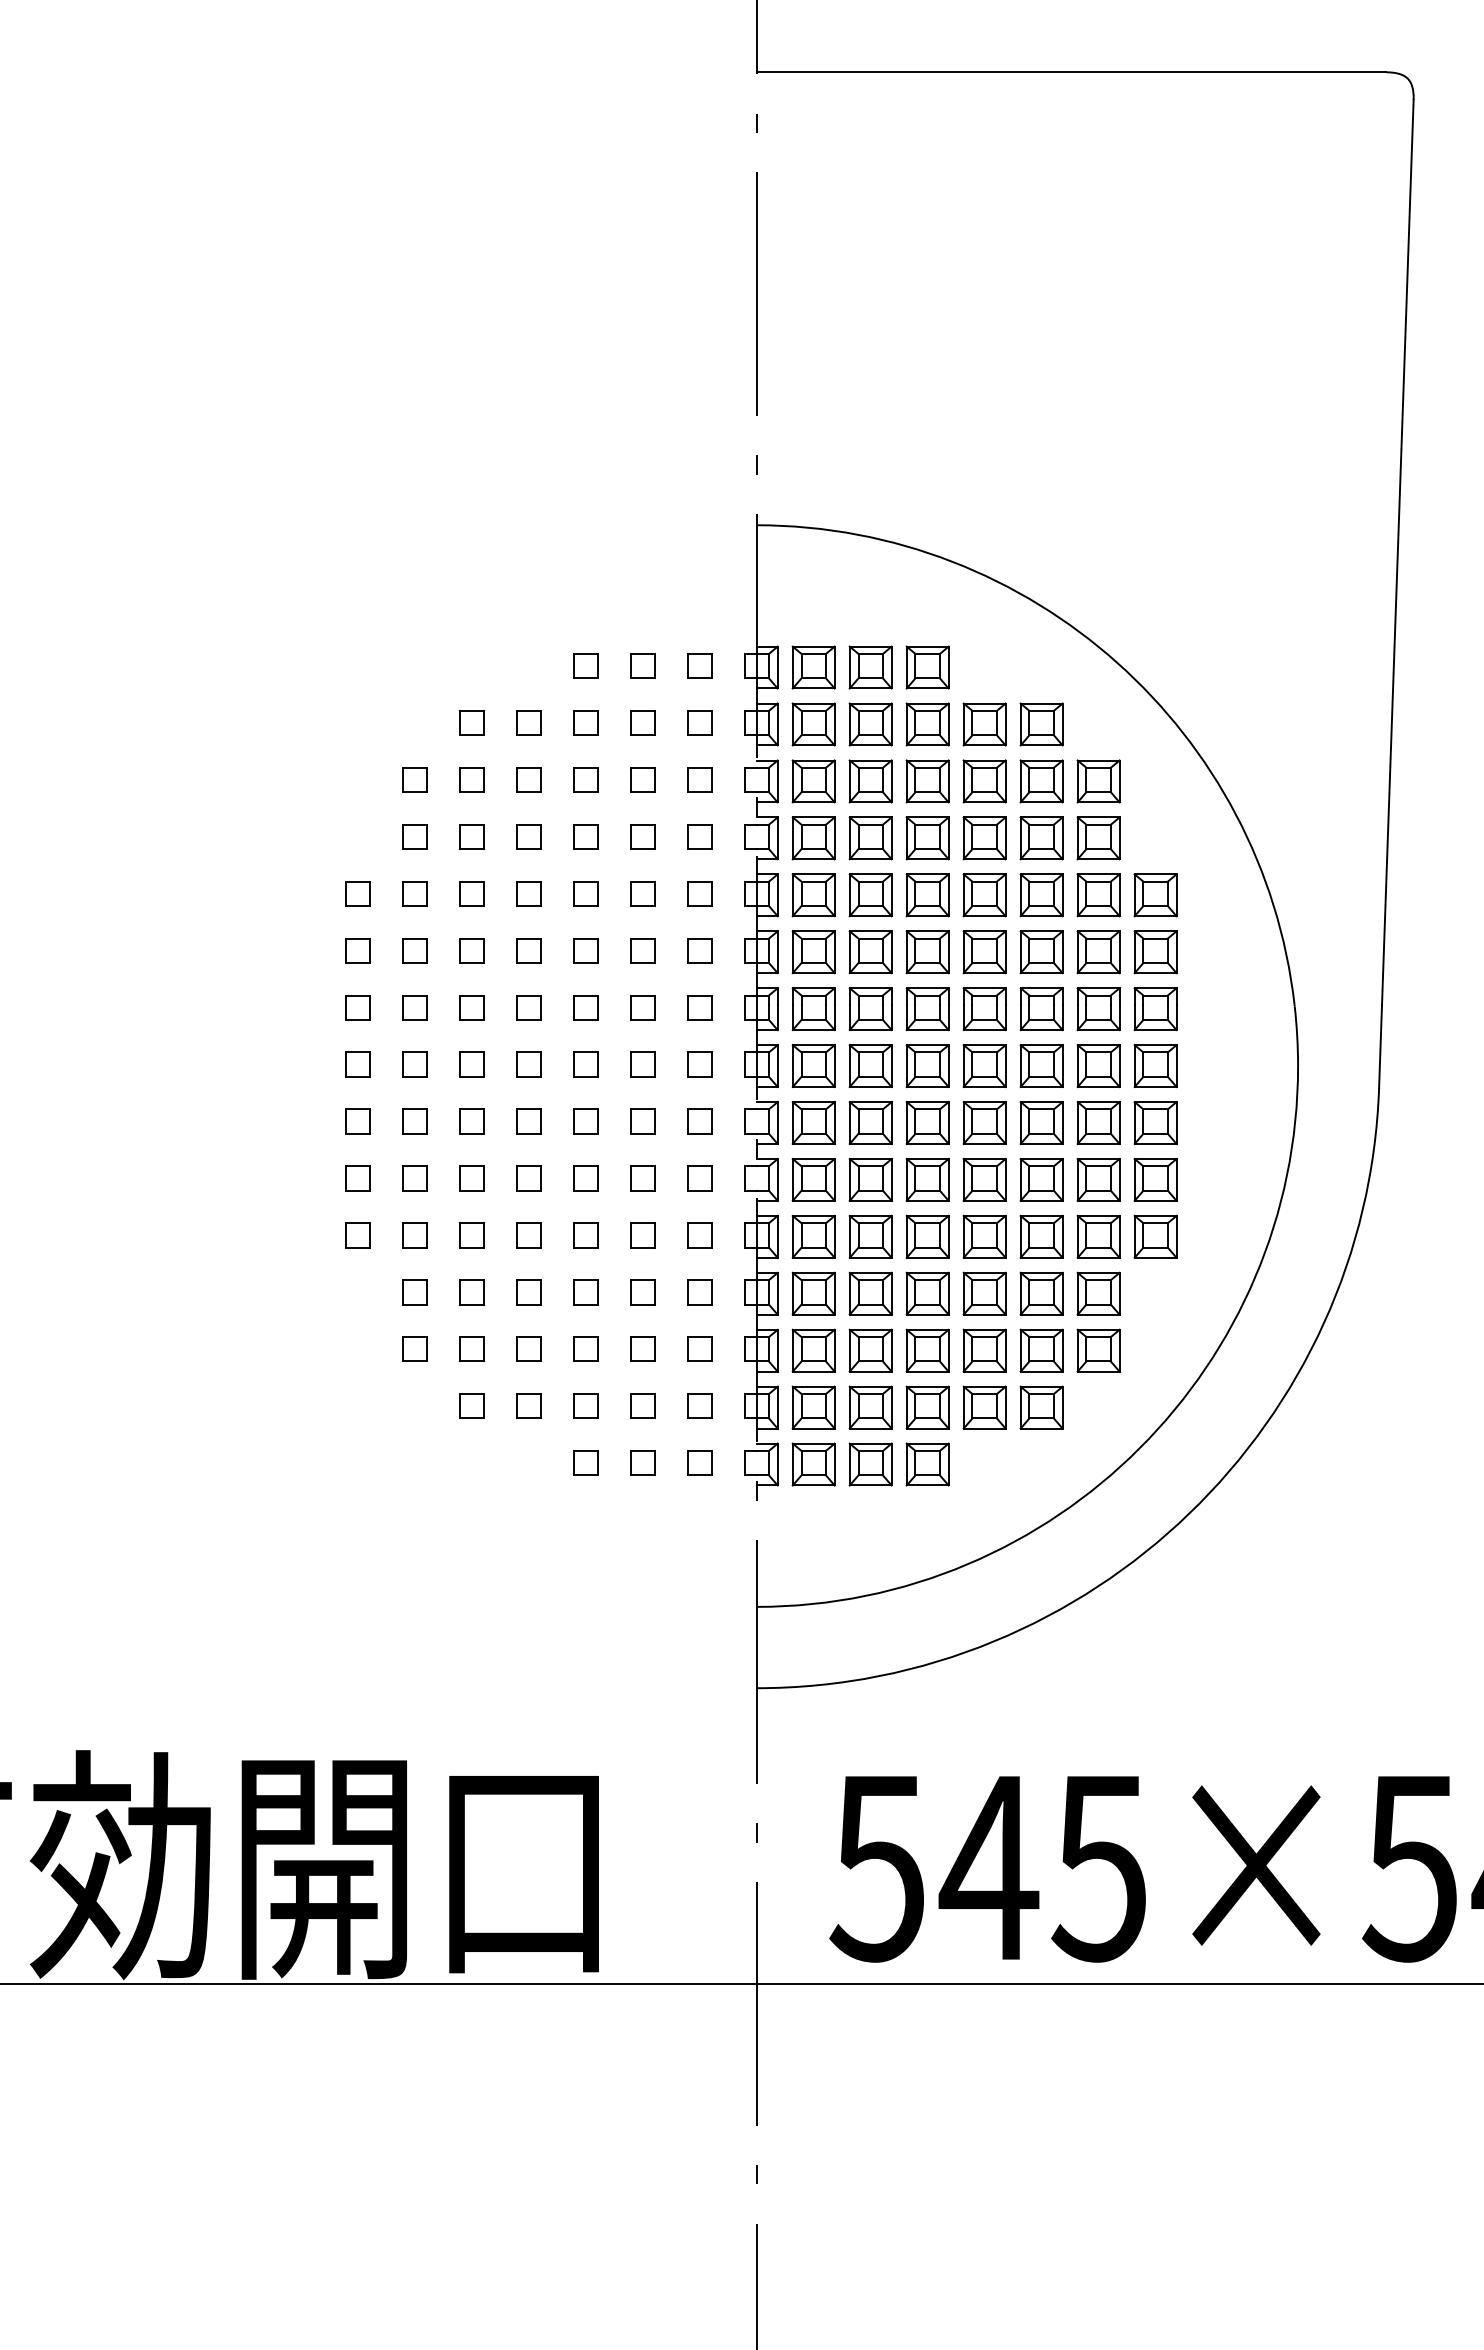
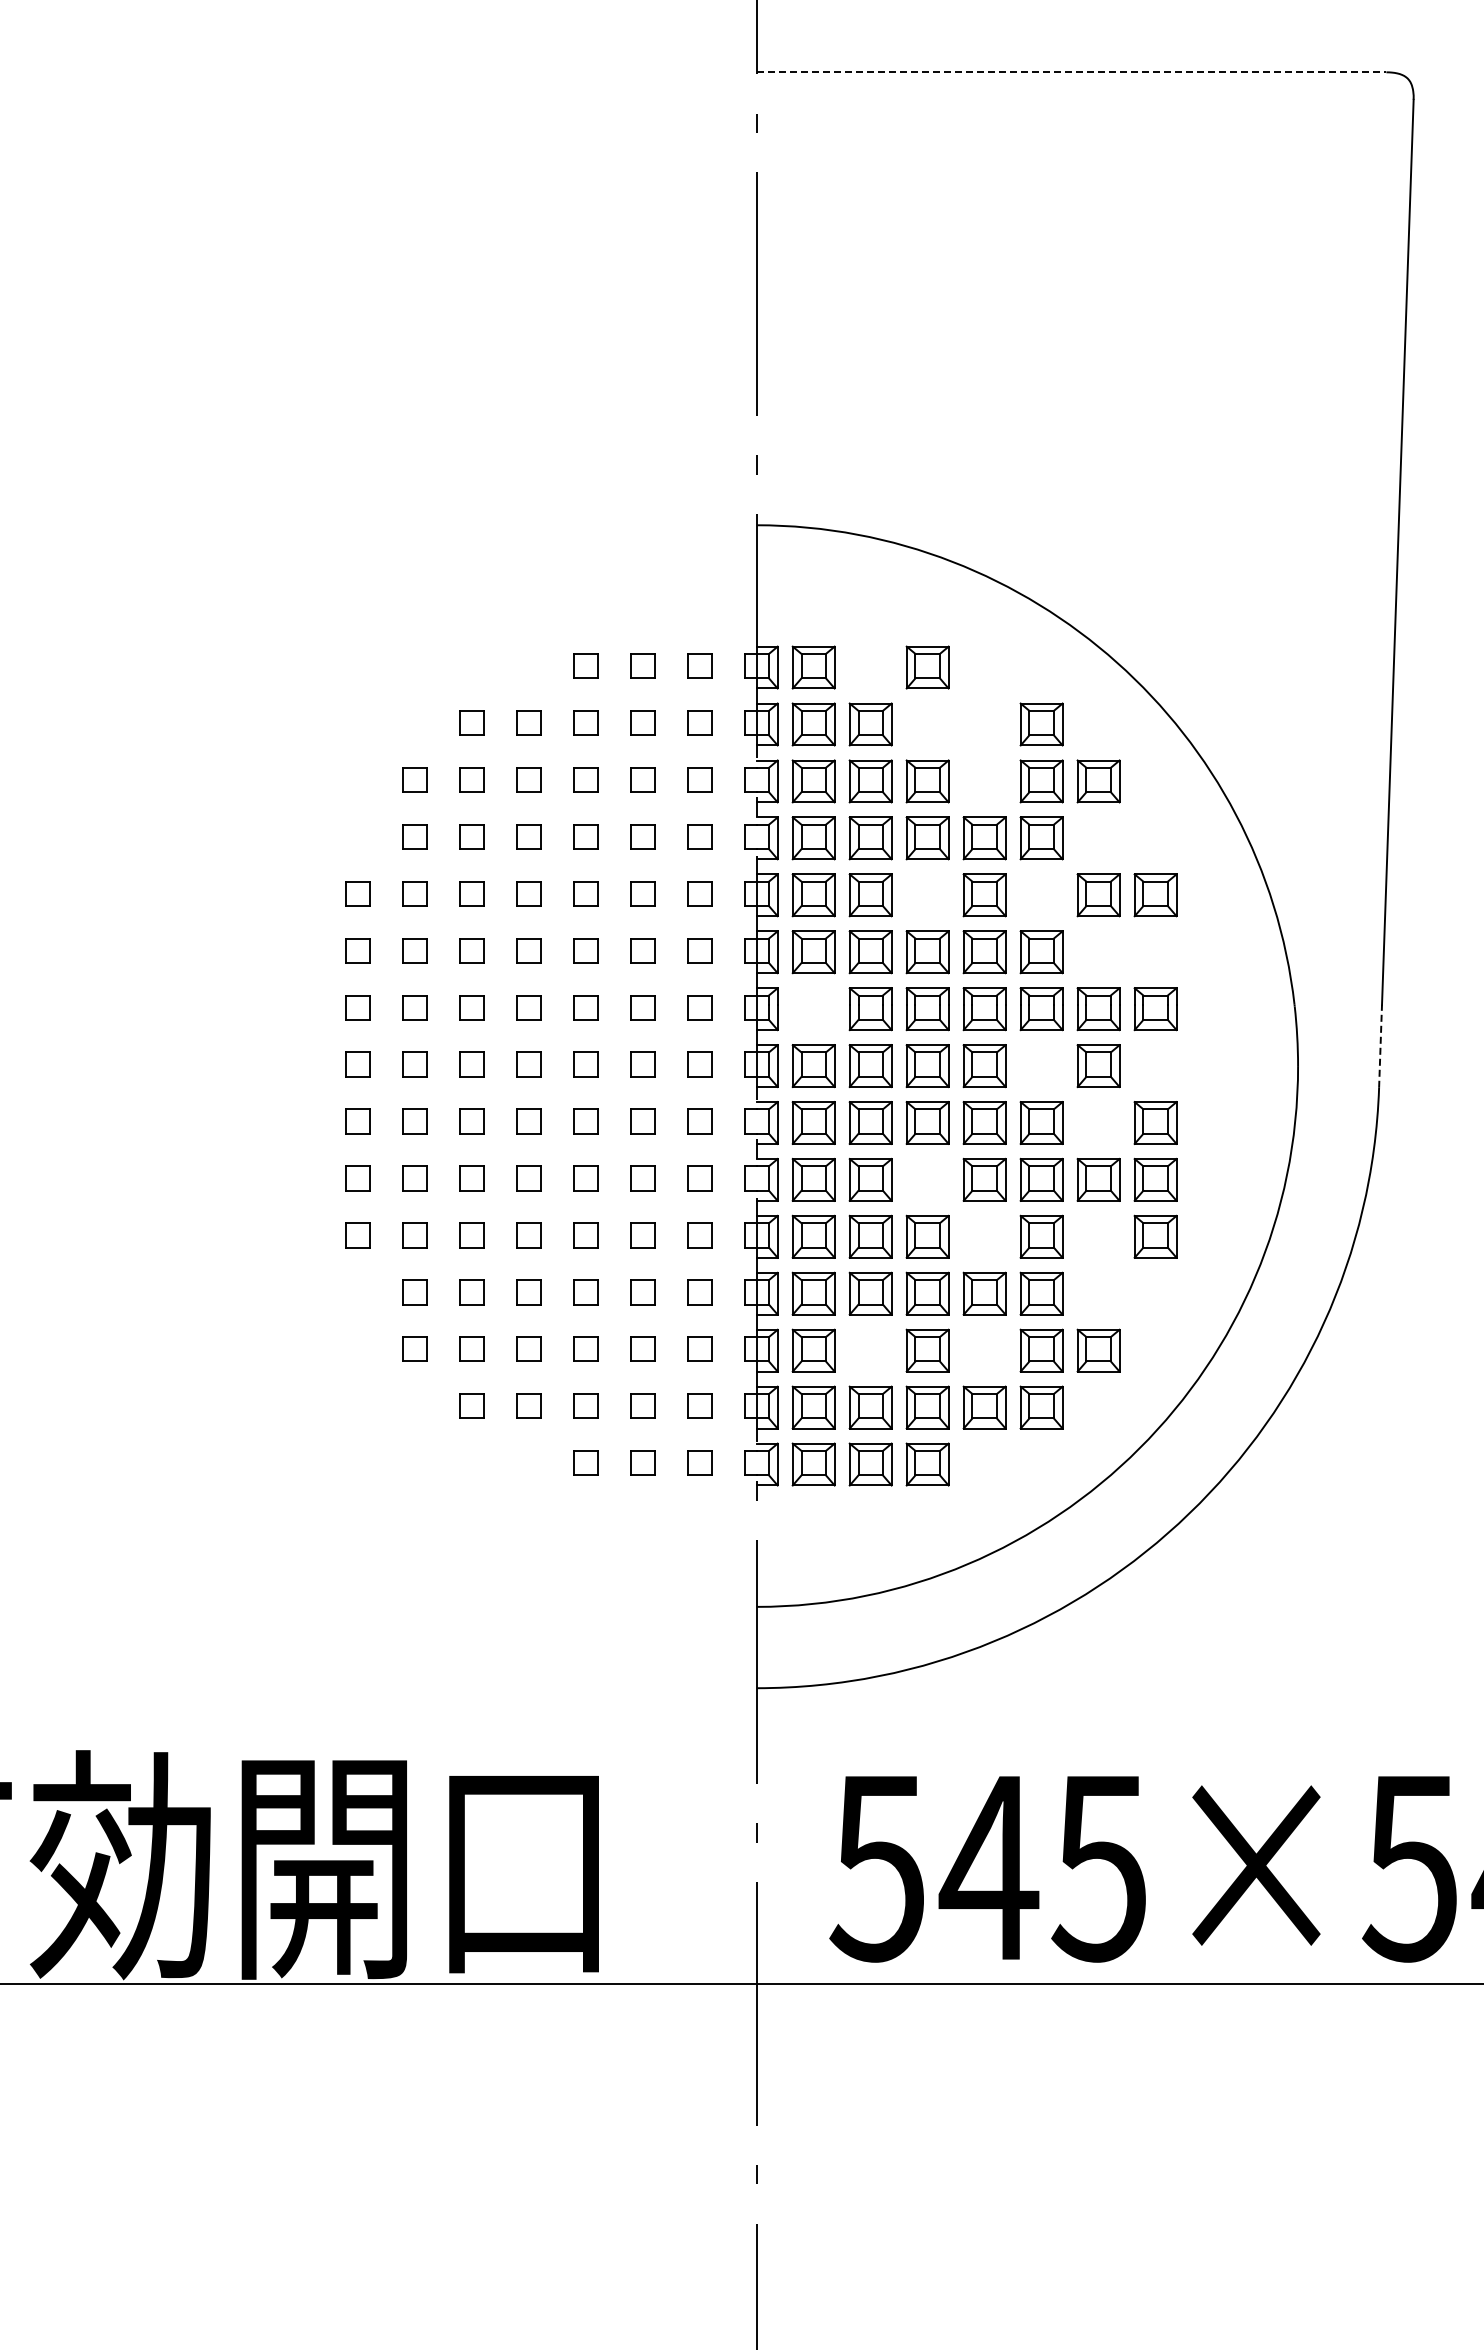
line at (1071, 72): solid -> dashed
part at (870, 667): present -> none
part at (927, 724): present -> none
part at (984, 724): present -> none
part at (984, 781): present -> none
part at (1098, 838): present -> none
part at (927, 895): present -> none
part at (1041, 895): present -> none
part at (1098, 952): present -> none
part at (1155, 952): present -> none
part at (813, 1009): present -> none
line at (1380, 1046): solid -> dashed
part at (1041, 1065): present -> none
part at (1155, 1065): present -> none
part at (1098, 1122): present -> none
part at (927, 1179): present -> none
part at (984, 1236): present -> none
part at (1098, 1236): present -> none
part at (1098, 1293): present -> none
part at (870, 1350): present -> none
part at (984, 1350): present -> none
